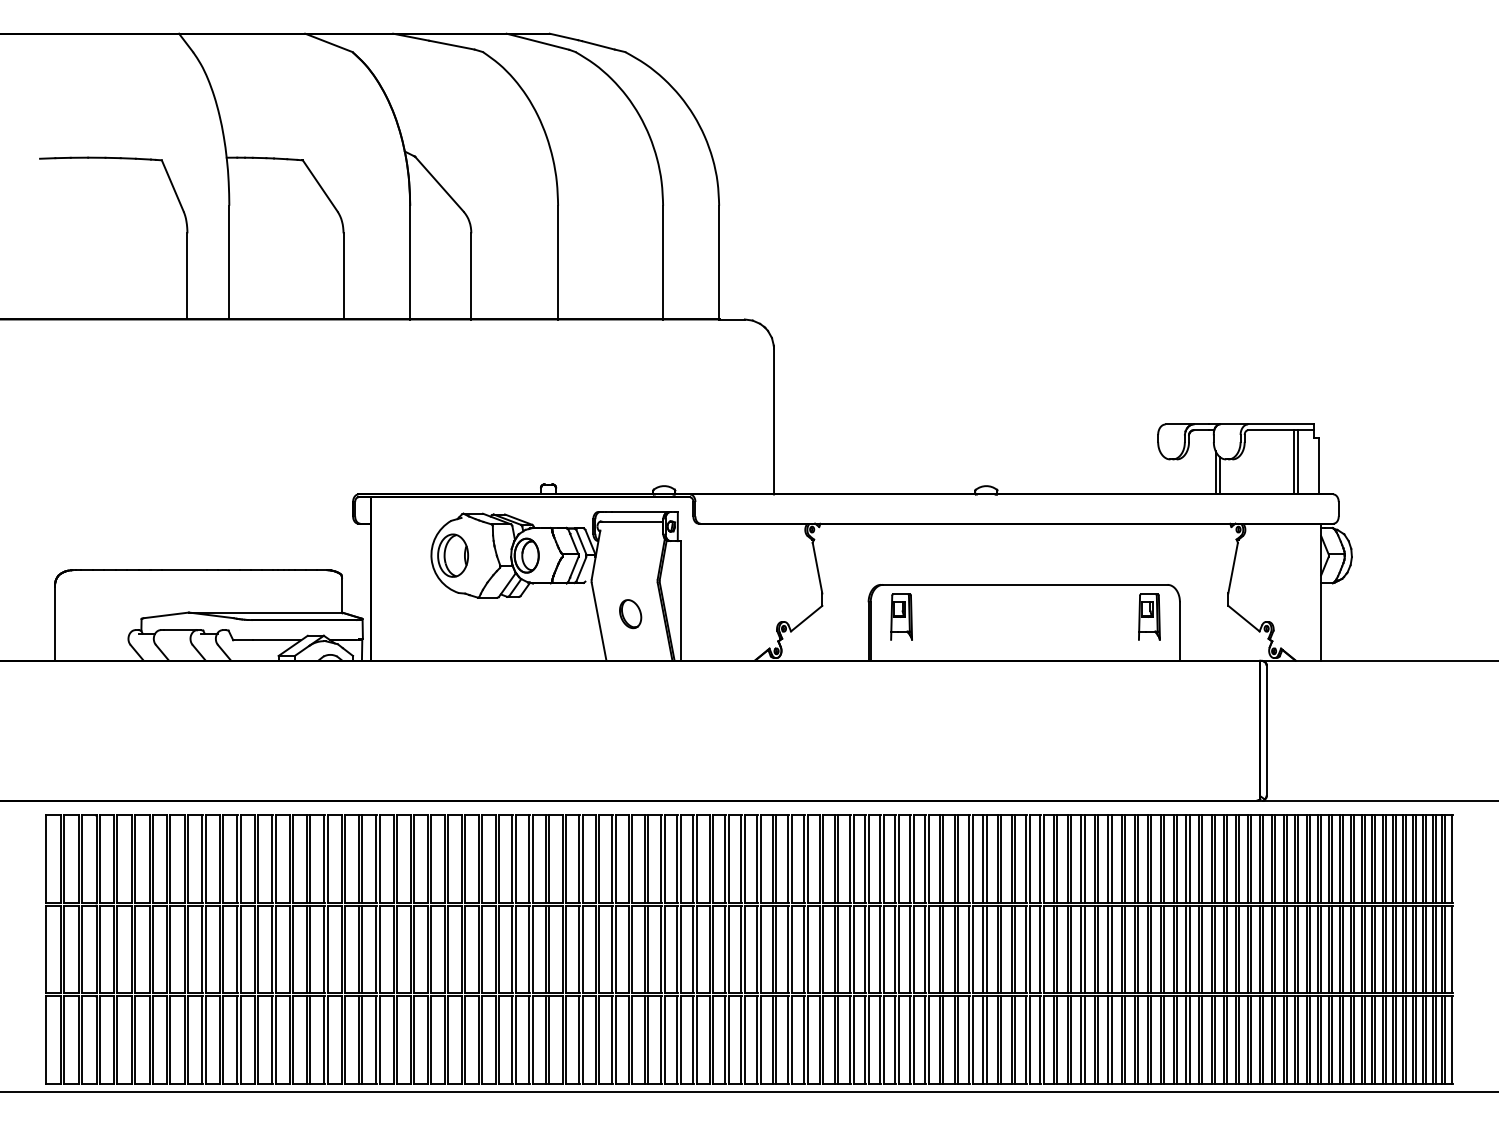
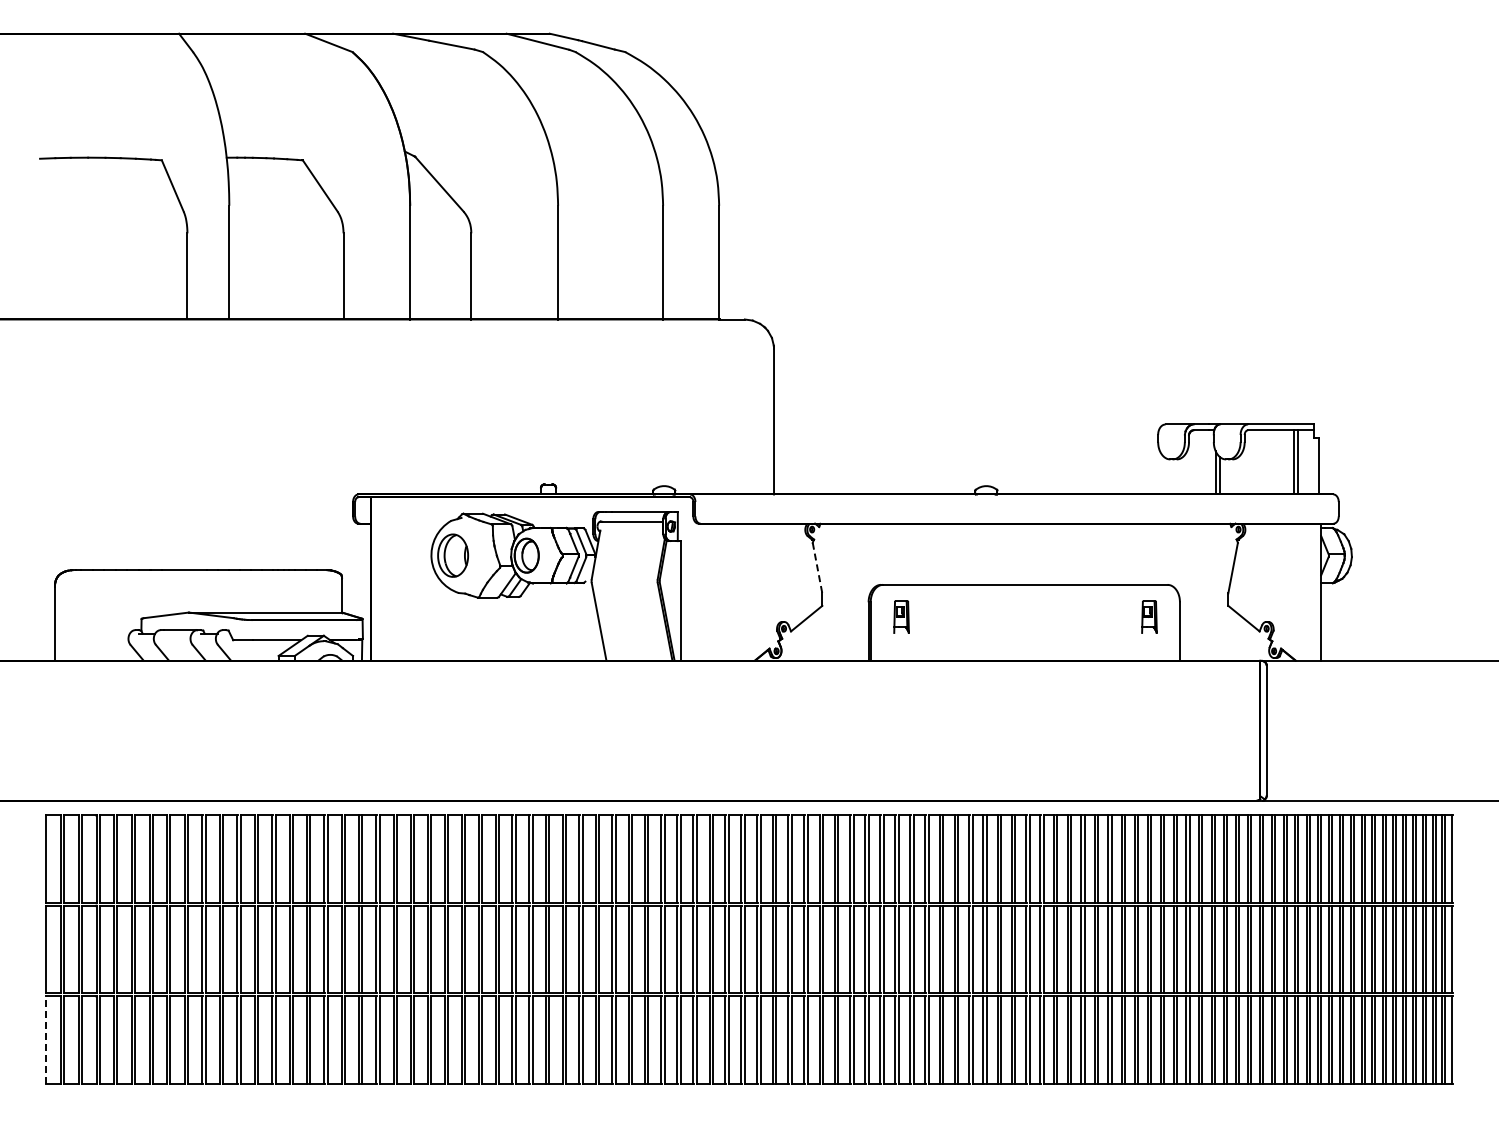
line at (817, 568): solid -> dashed
part at (630, 614): present -> none
part at (901, 616) size: 23x48 px -> 17x34 px
part at (1149, 616) size: 23x48 px -> 17x34 px
line at (46, 1039): solid -> dashed
line at (748, 1092): present -> none
